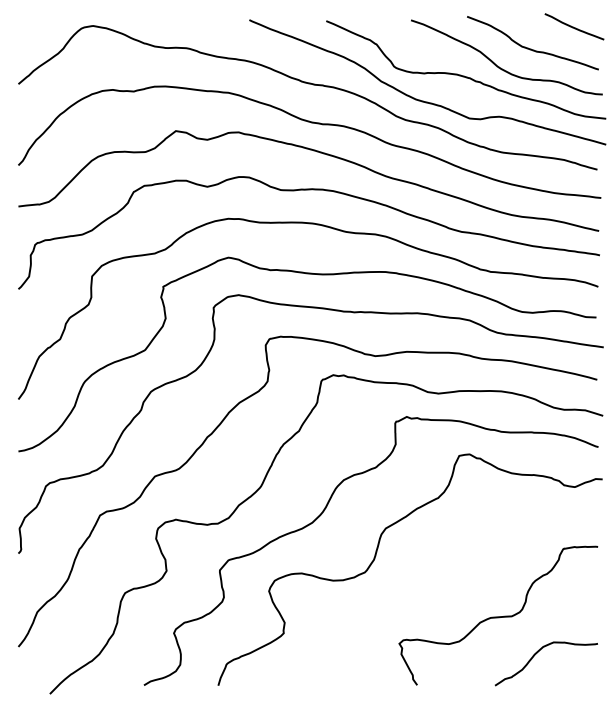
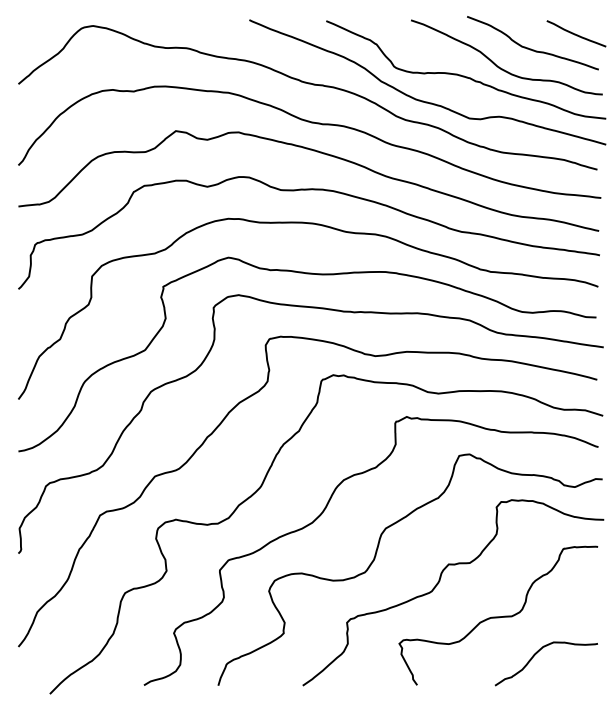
curve at (573, 26) position: (573, 26) -> (575, 33)
curve at (438, 584): none -> present
